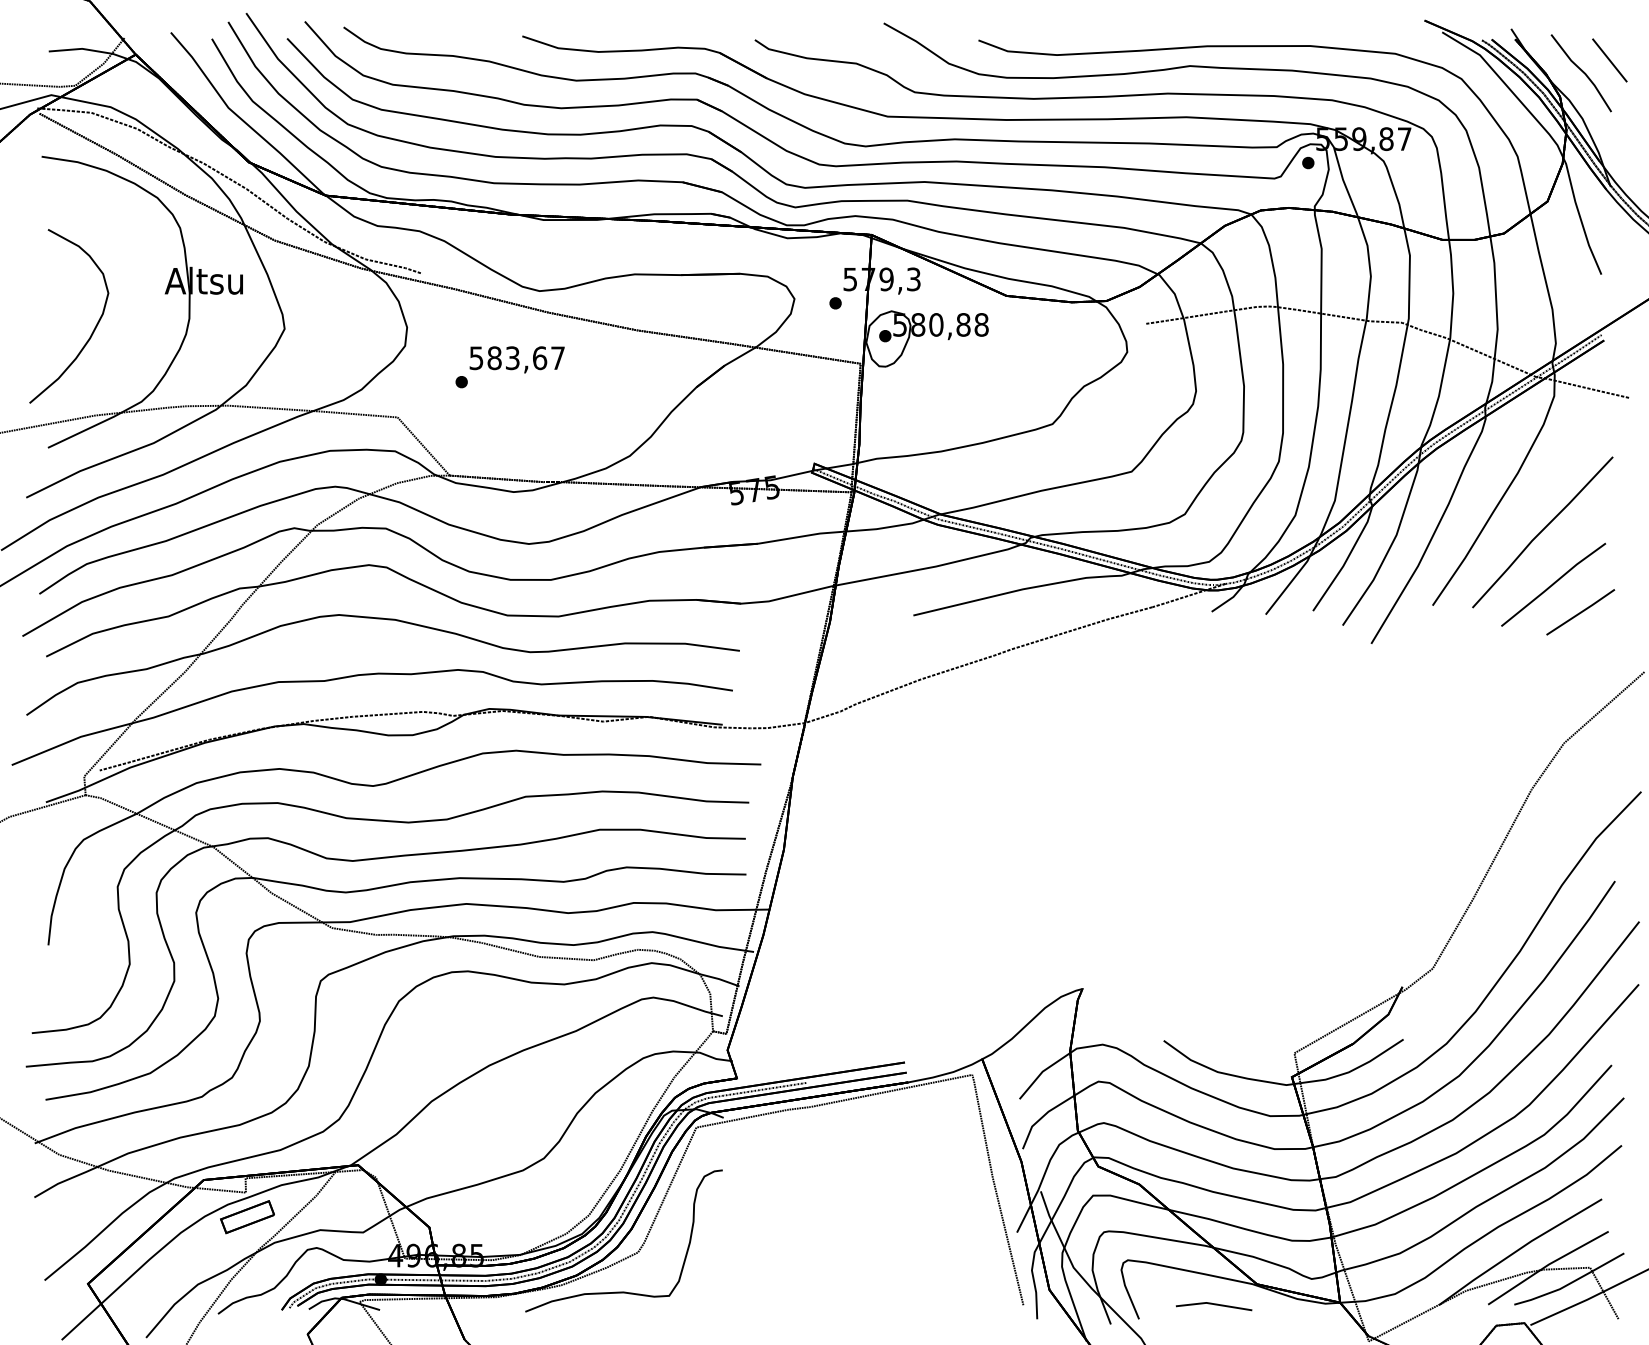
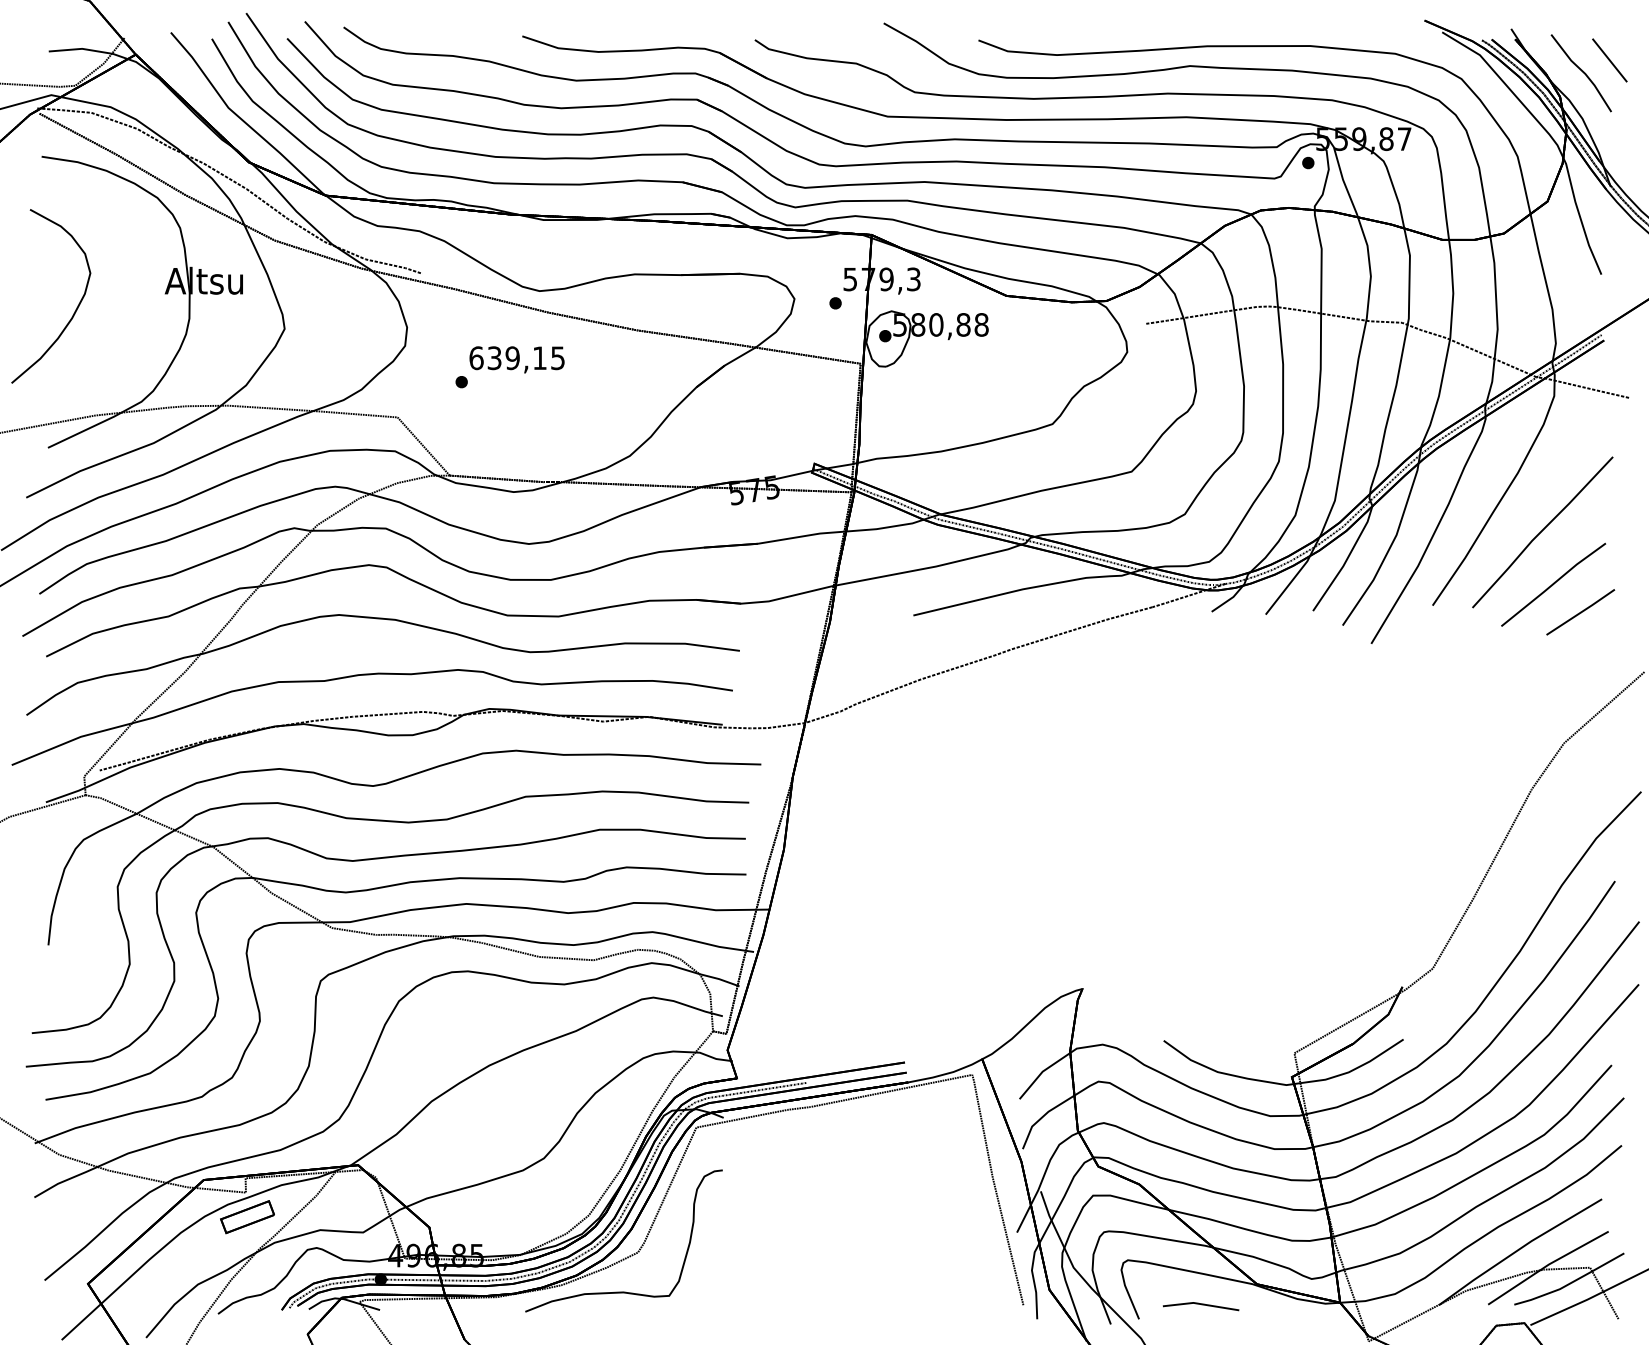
curve at (93, 329) position: (93, 329) -> (75, 309)
text at (516, 358): 583,67 -> 639,15
line at (1214, 1305) position: (1214, 1305) -> (1201, 1305)
